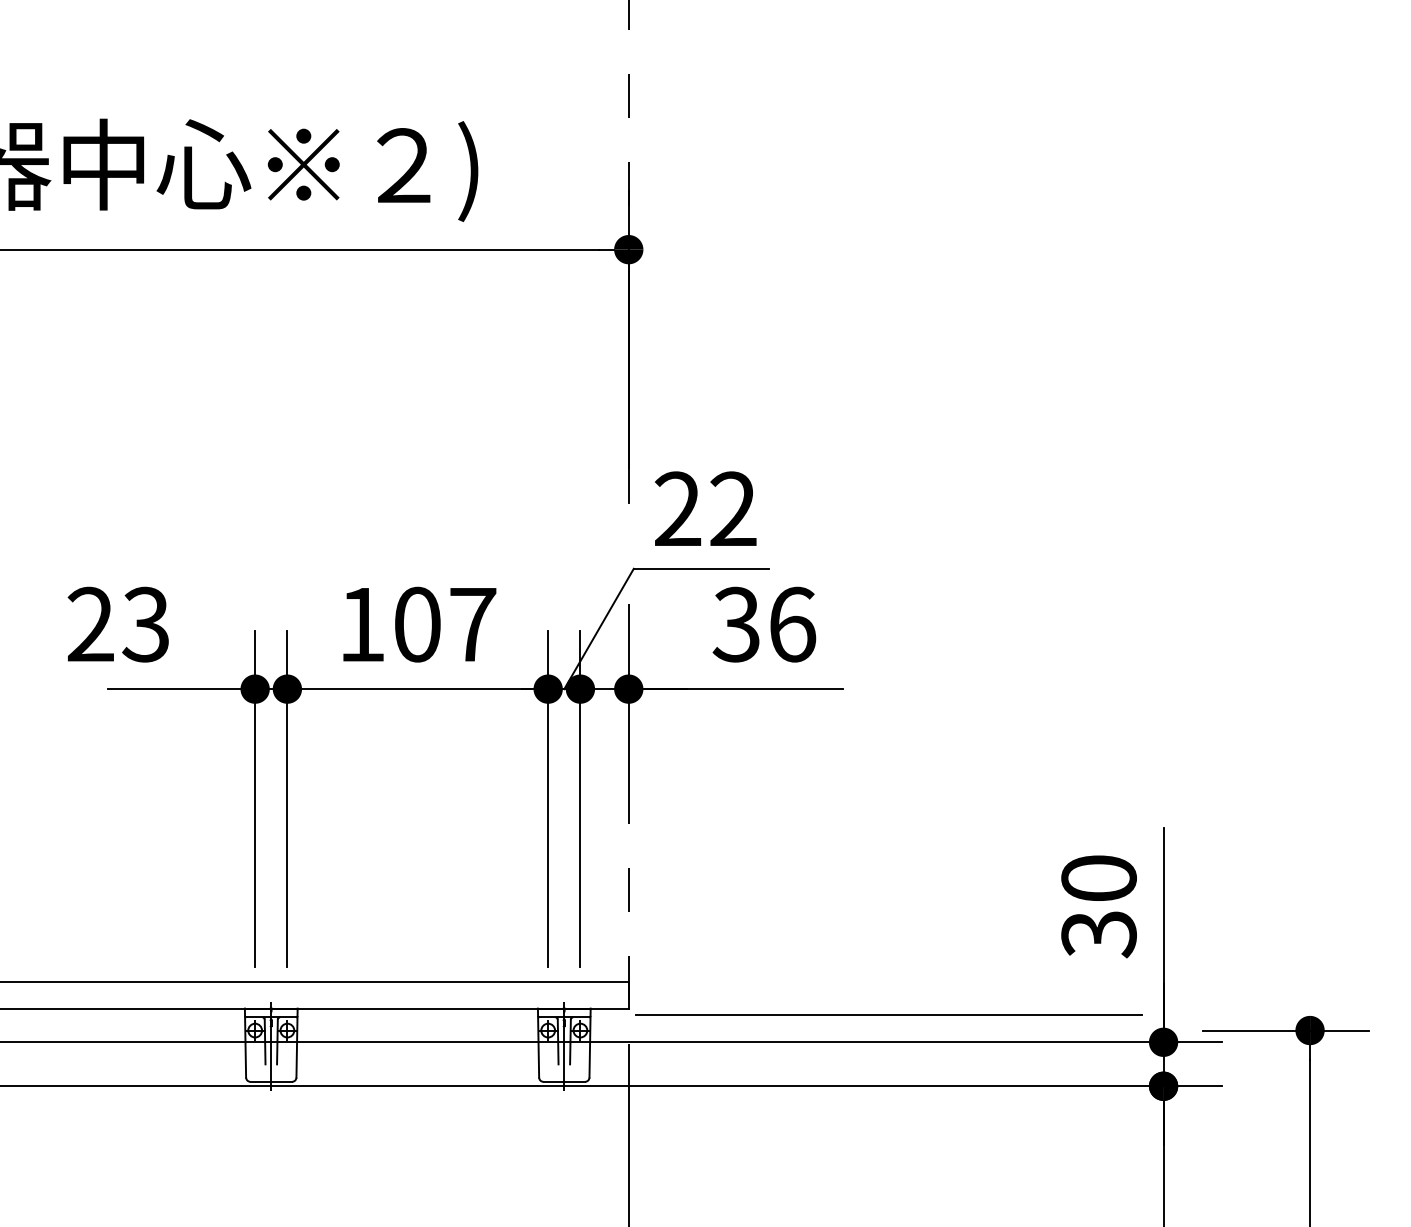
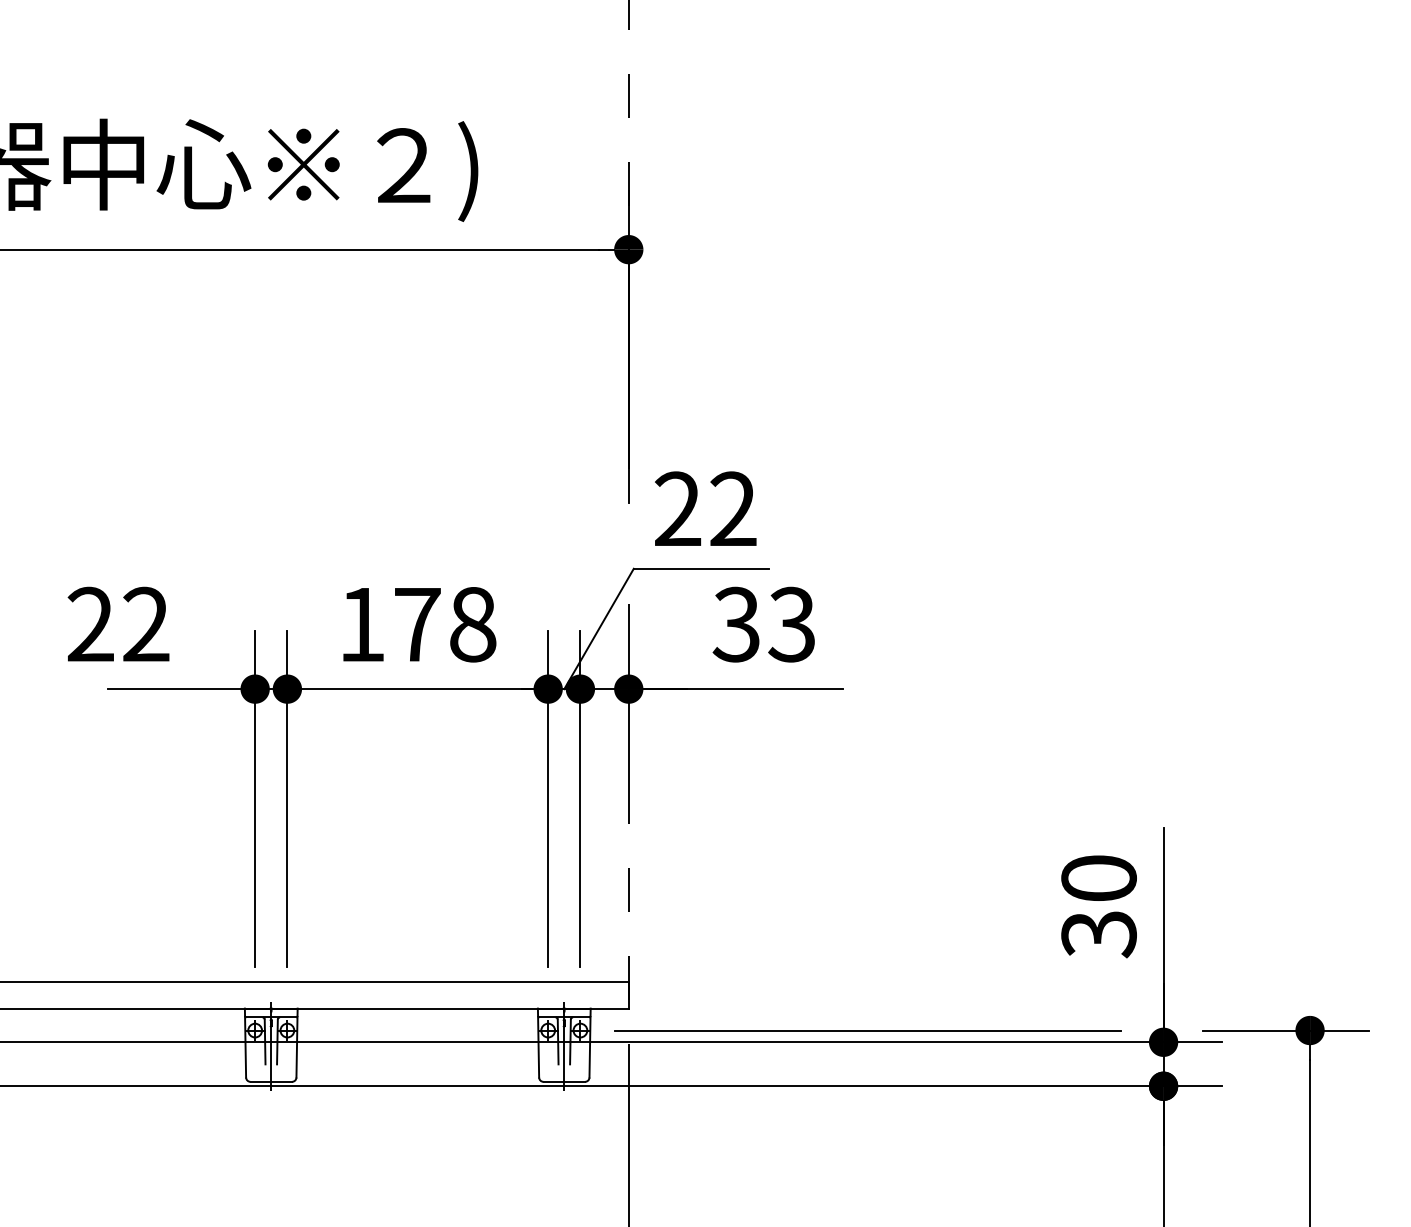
text at (145, 624): 23 -> 22
text at (445, 624): 107 -> 178
text at (792, 624): 36 -> 33
line at (888, 1014) position: (888, 1014) -> (867, 1030)
